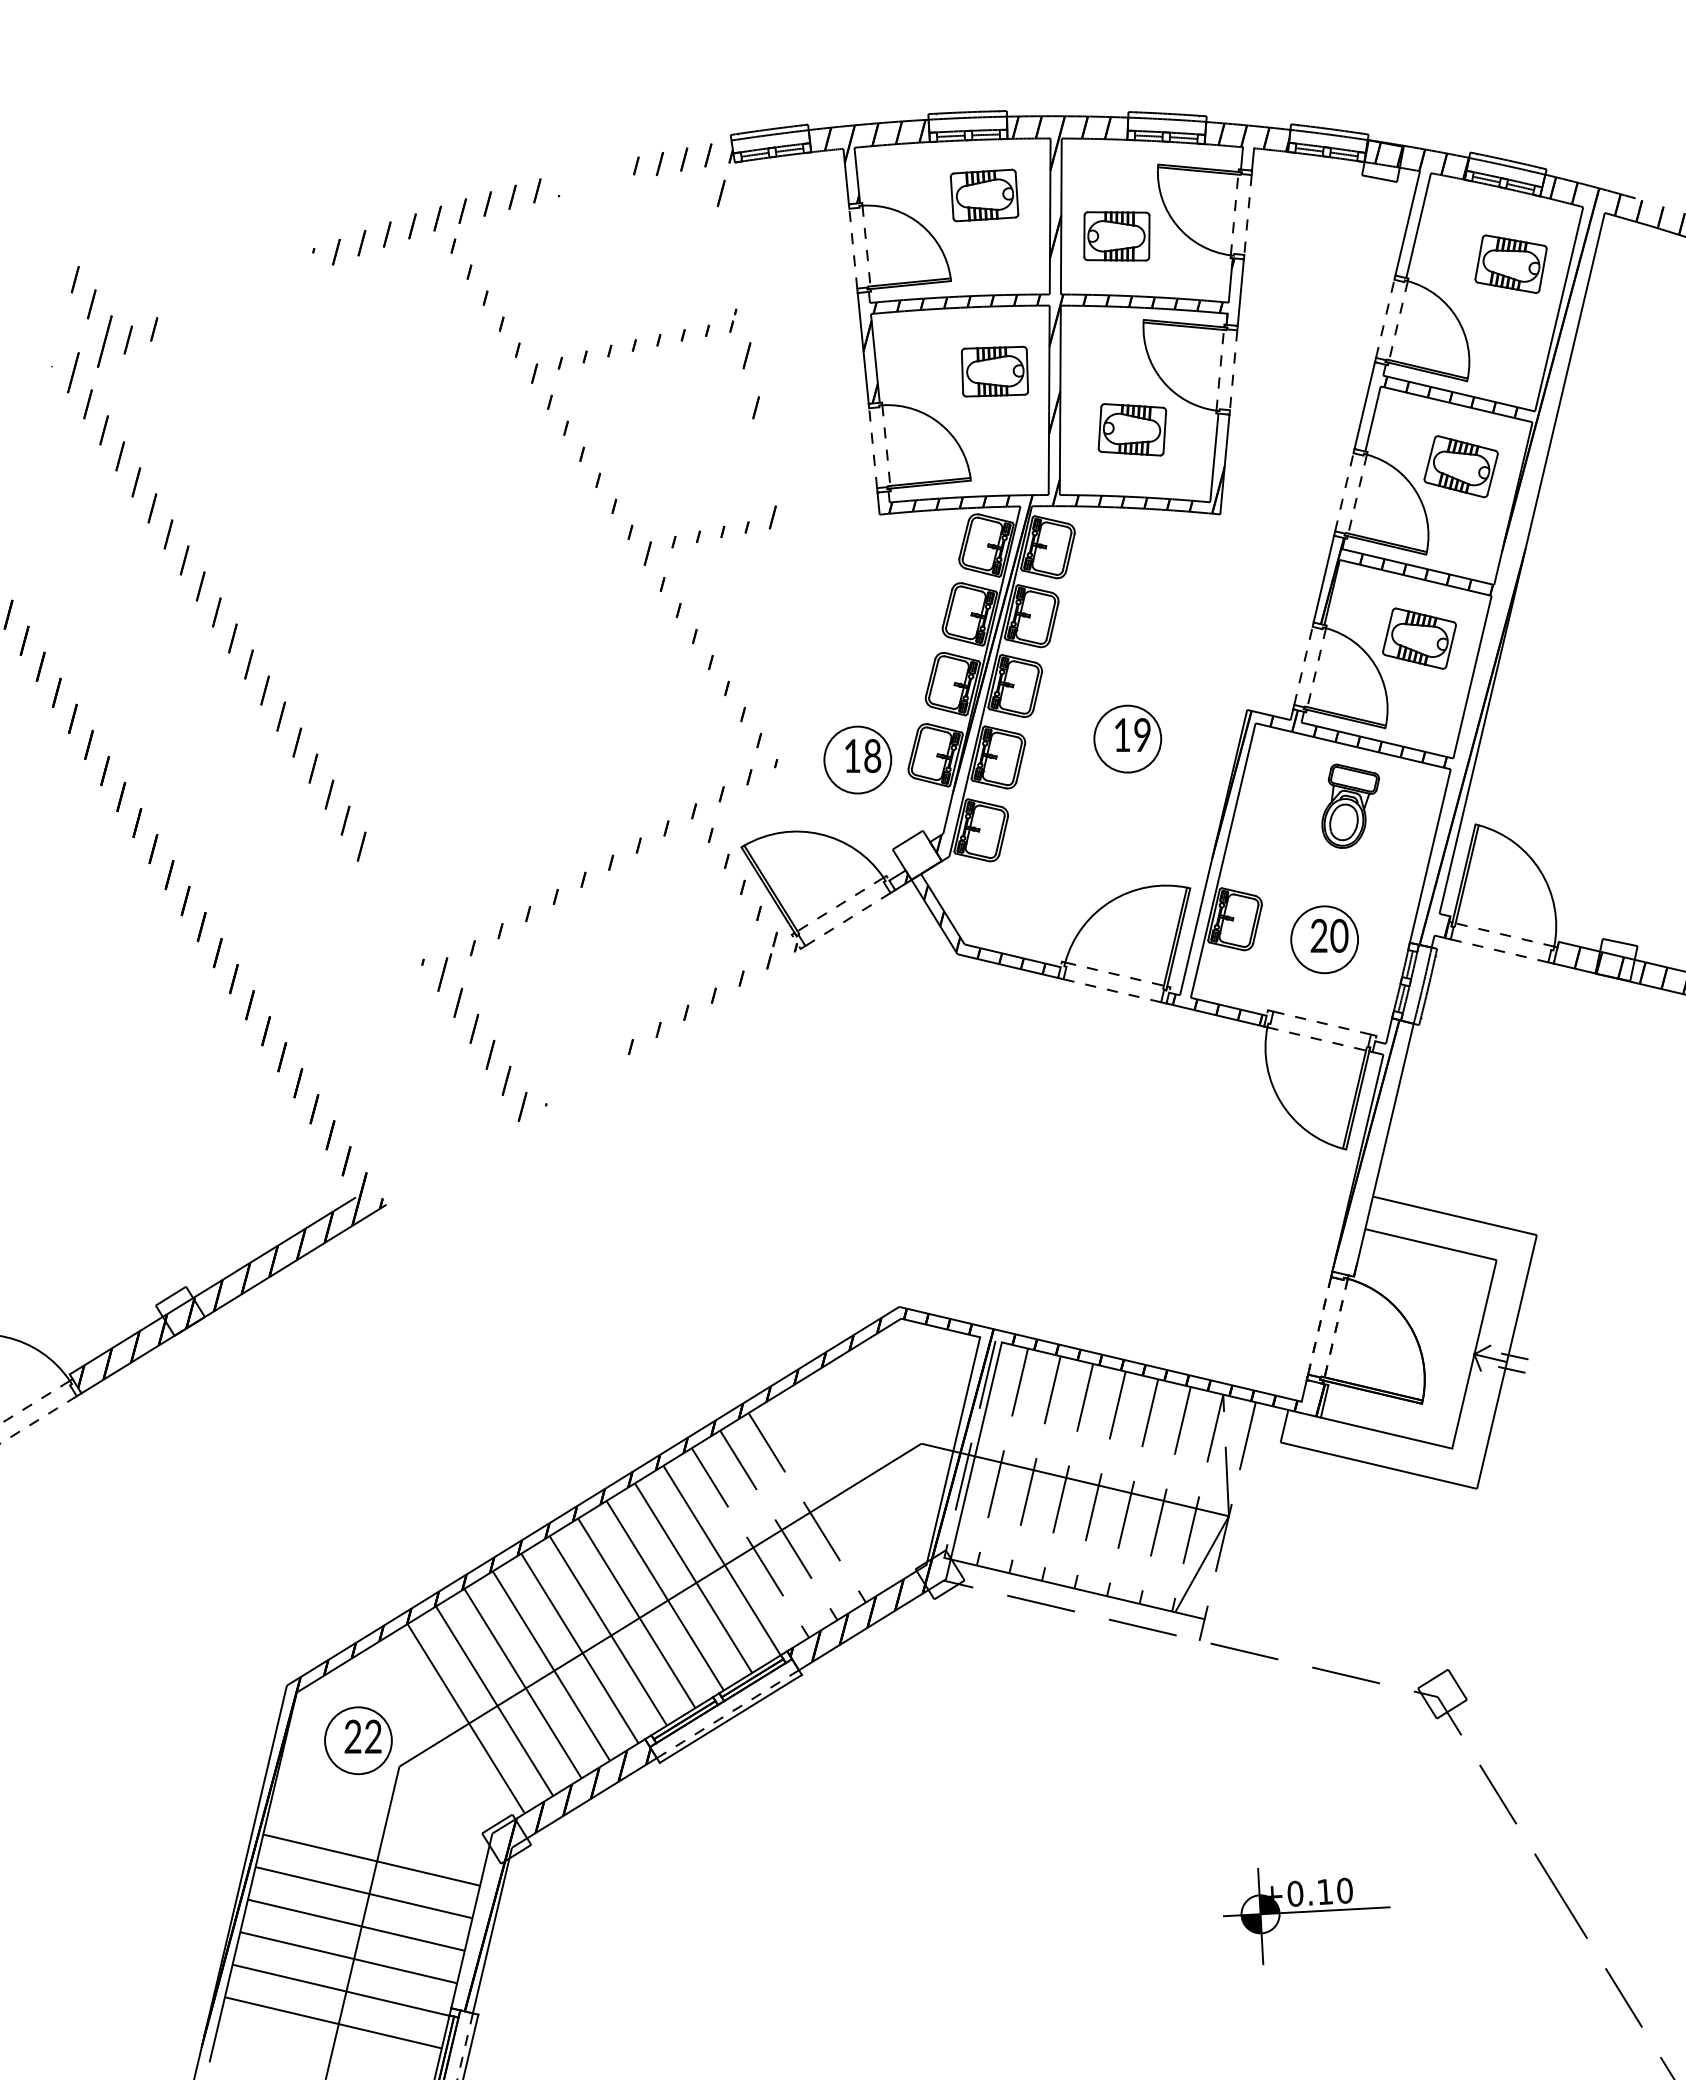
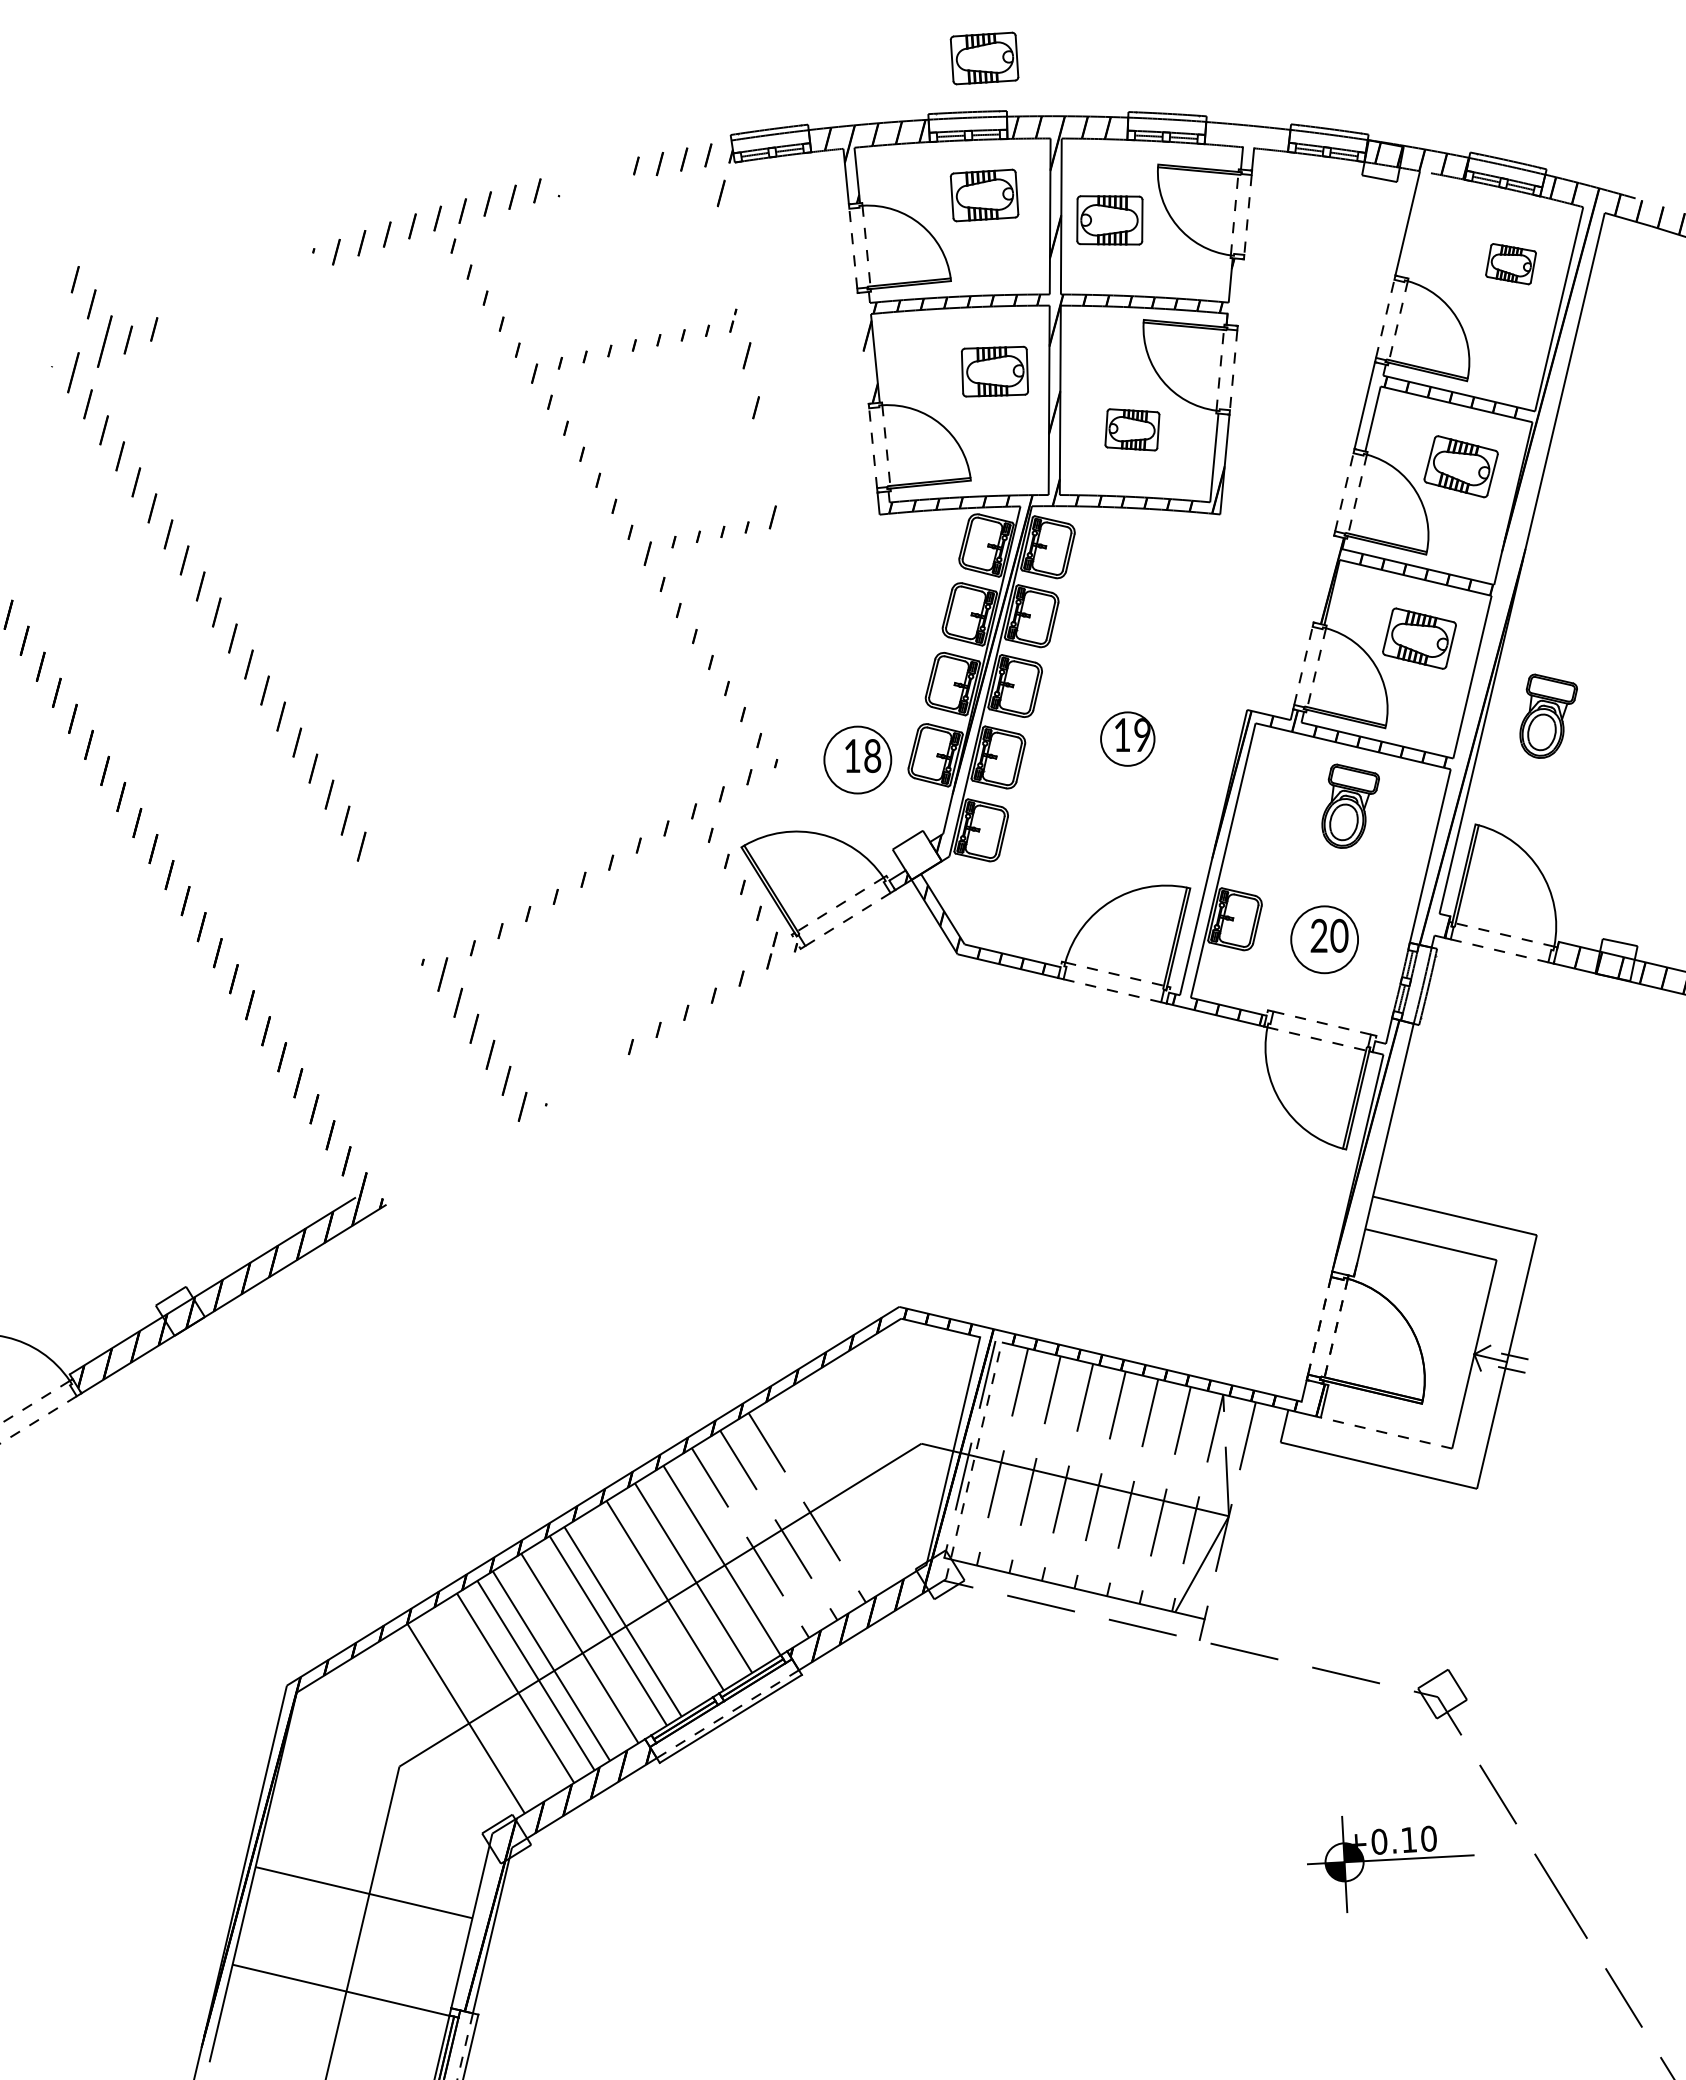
part at (984, 58): none -> present
hatch at (1253, 137): present -> none
line at (1418, 225): present -> none
part at (1116, 236) position: (1116, 236) -> (1109, 220)
part at (1510, 263) size: 74x60 px -> 52x43 px
line at (1240, 292): present -> none
line at (862, 348): present -> none
part at (1132, 429) size: 71x54 px -> 57x44 px
line at (1323, 578): present -> none
part at (1548, 715): none -> present
circle at (1127, 738) diameter: 67 px -> 53 px
line at (1386, 1433): solid -> dashed
line at (973, 1460): solid -> dashed
line at (636, 1613) position: (636, 1613) -> (622, 1621)
line at (522, 1683) position: (522, 1683) -> (535, 1675)
line at (494, 1701) position: (494, 1701) -> (515, 1688)
part at (358, 1740): present -> none
line at (371, 1859): present -> none
part at (1306, 1916) position: (1306, 1916) -> (1390, 1864)
line at (355, 1924): present -> none
line at (348, 1957): present -> none
line at (332, 2022): present -> none
